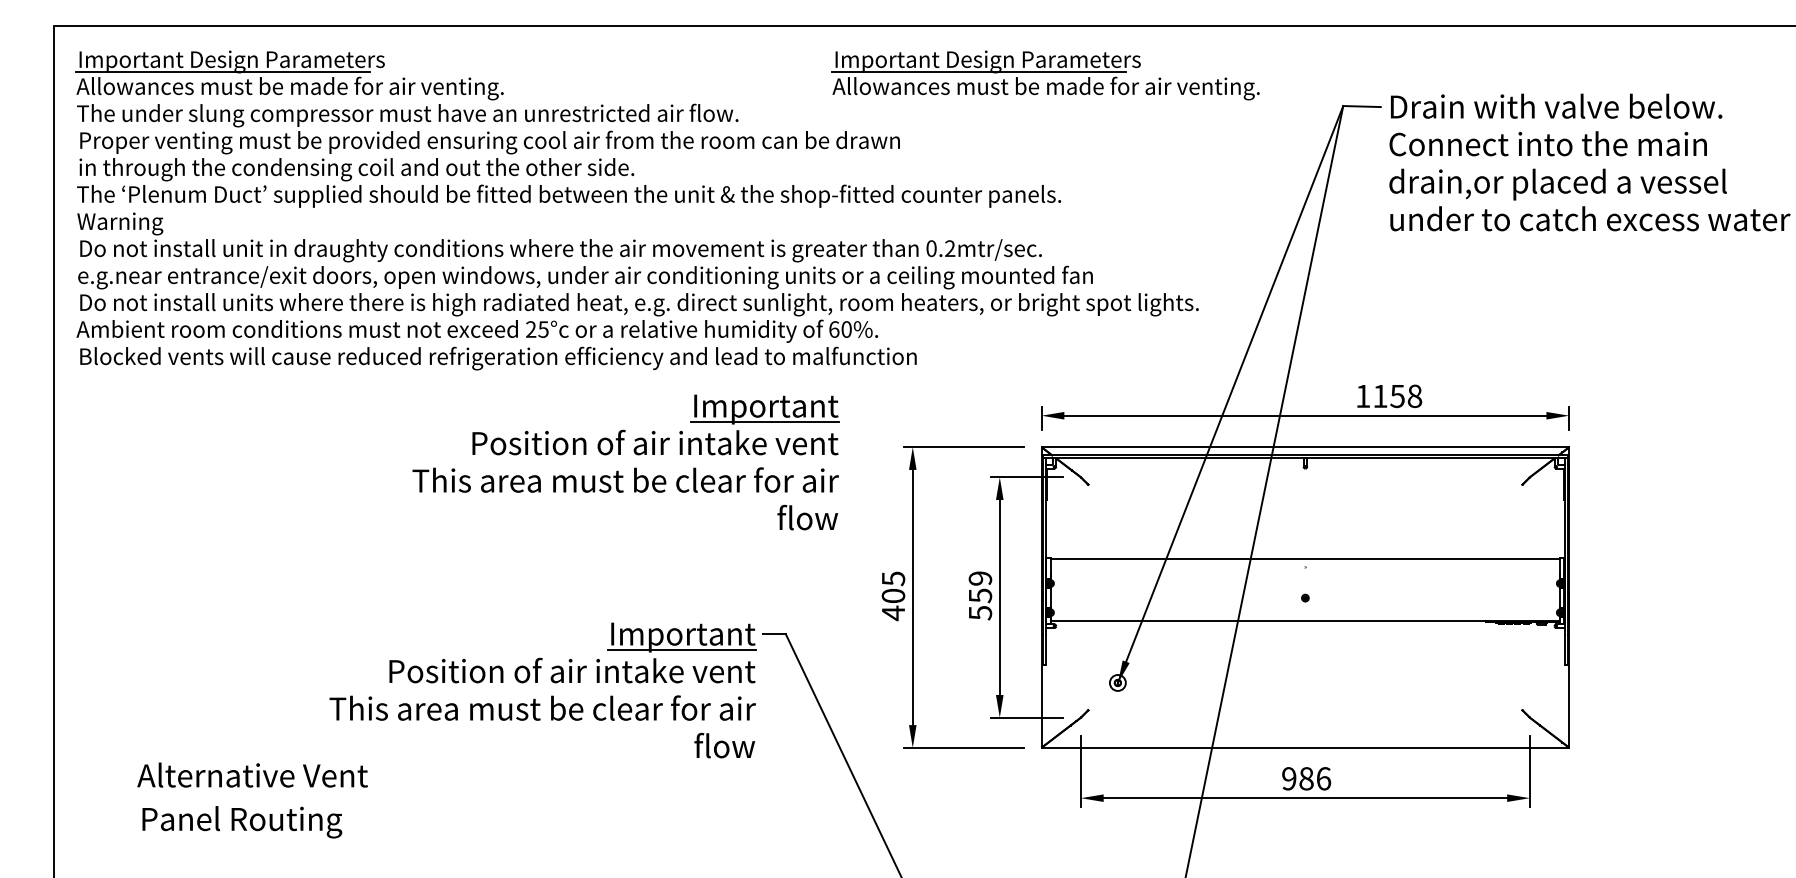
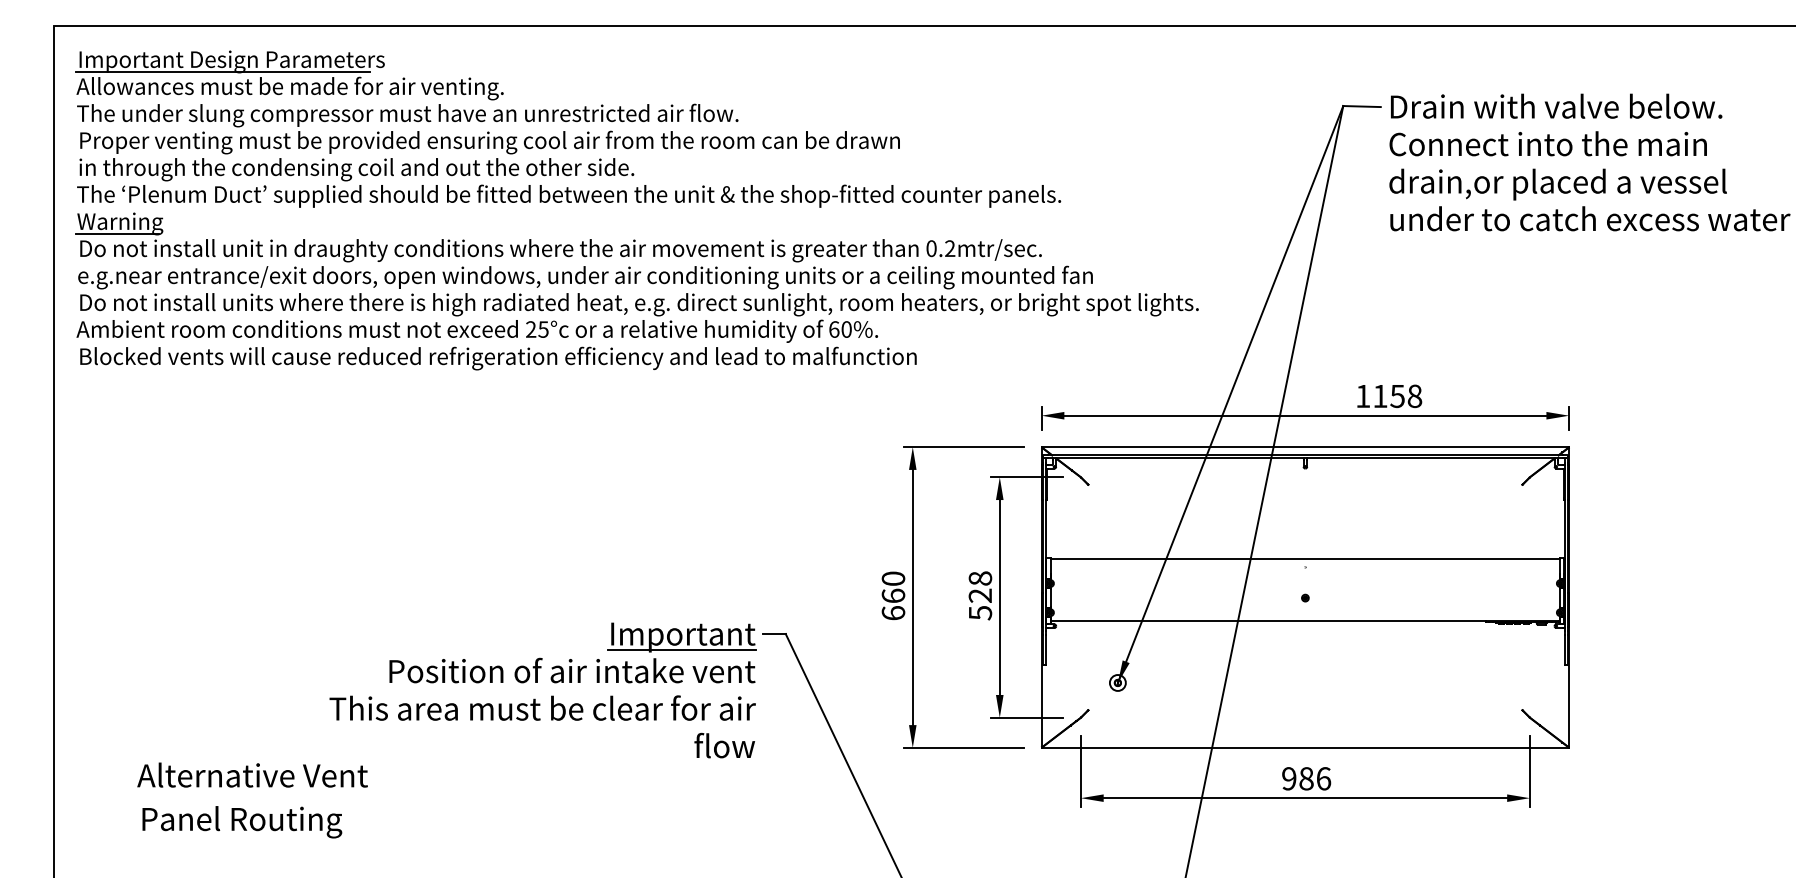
part at (1045, 75): present -> none
line at (117, 234): none -> present
part at (620, 454): present -> none
text at (980, 587): 559 -> 528
text at (893, 596): 405 -> 660
